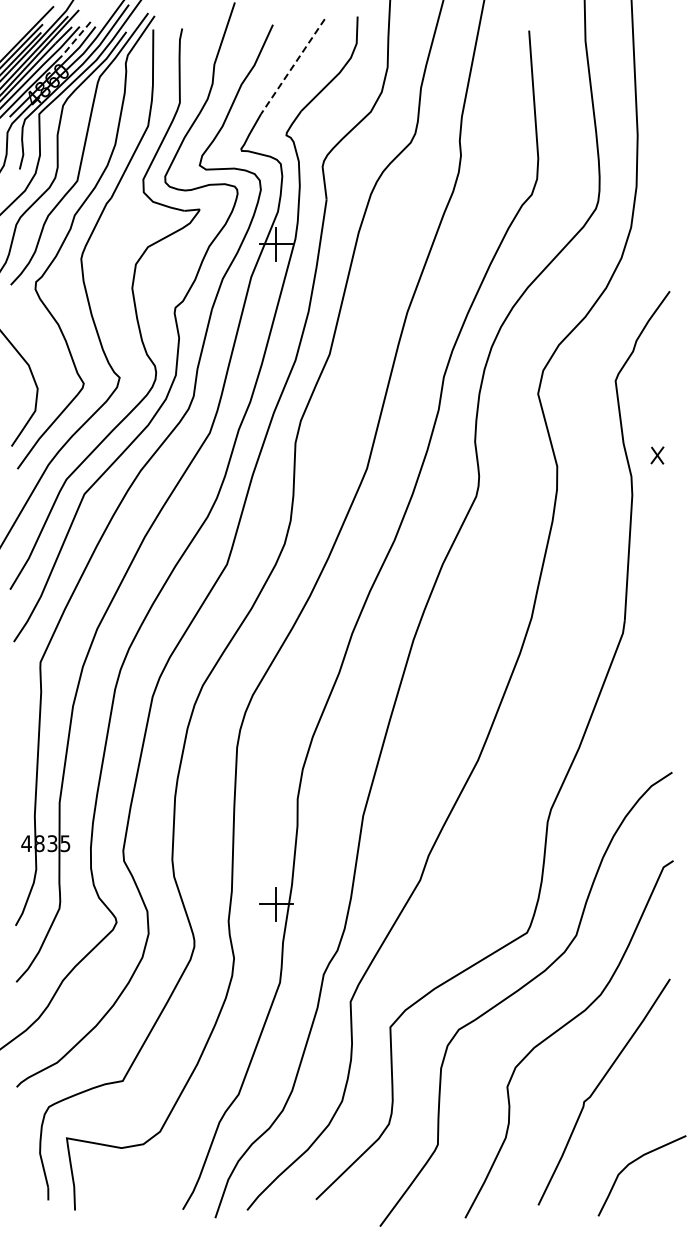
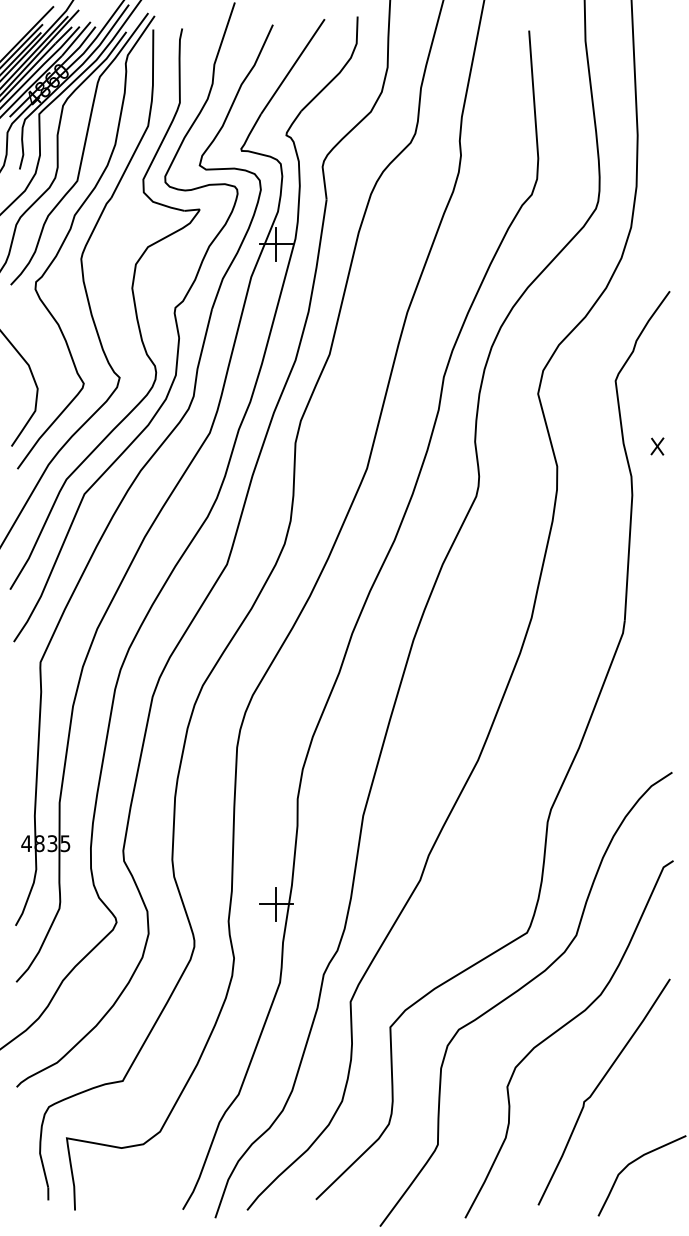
line at (76, 39): dashed -> solid
line at (292, 67): dashed -> solid
part at (657, 455) position: (657, 455) -> (657, 446)
